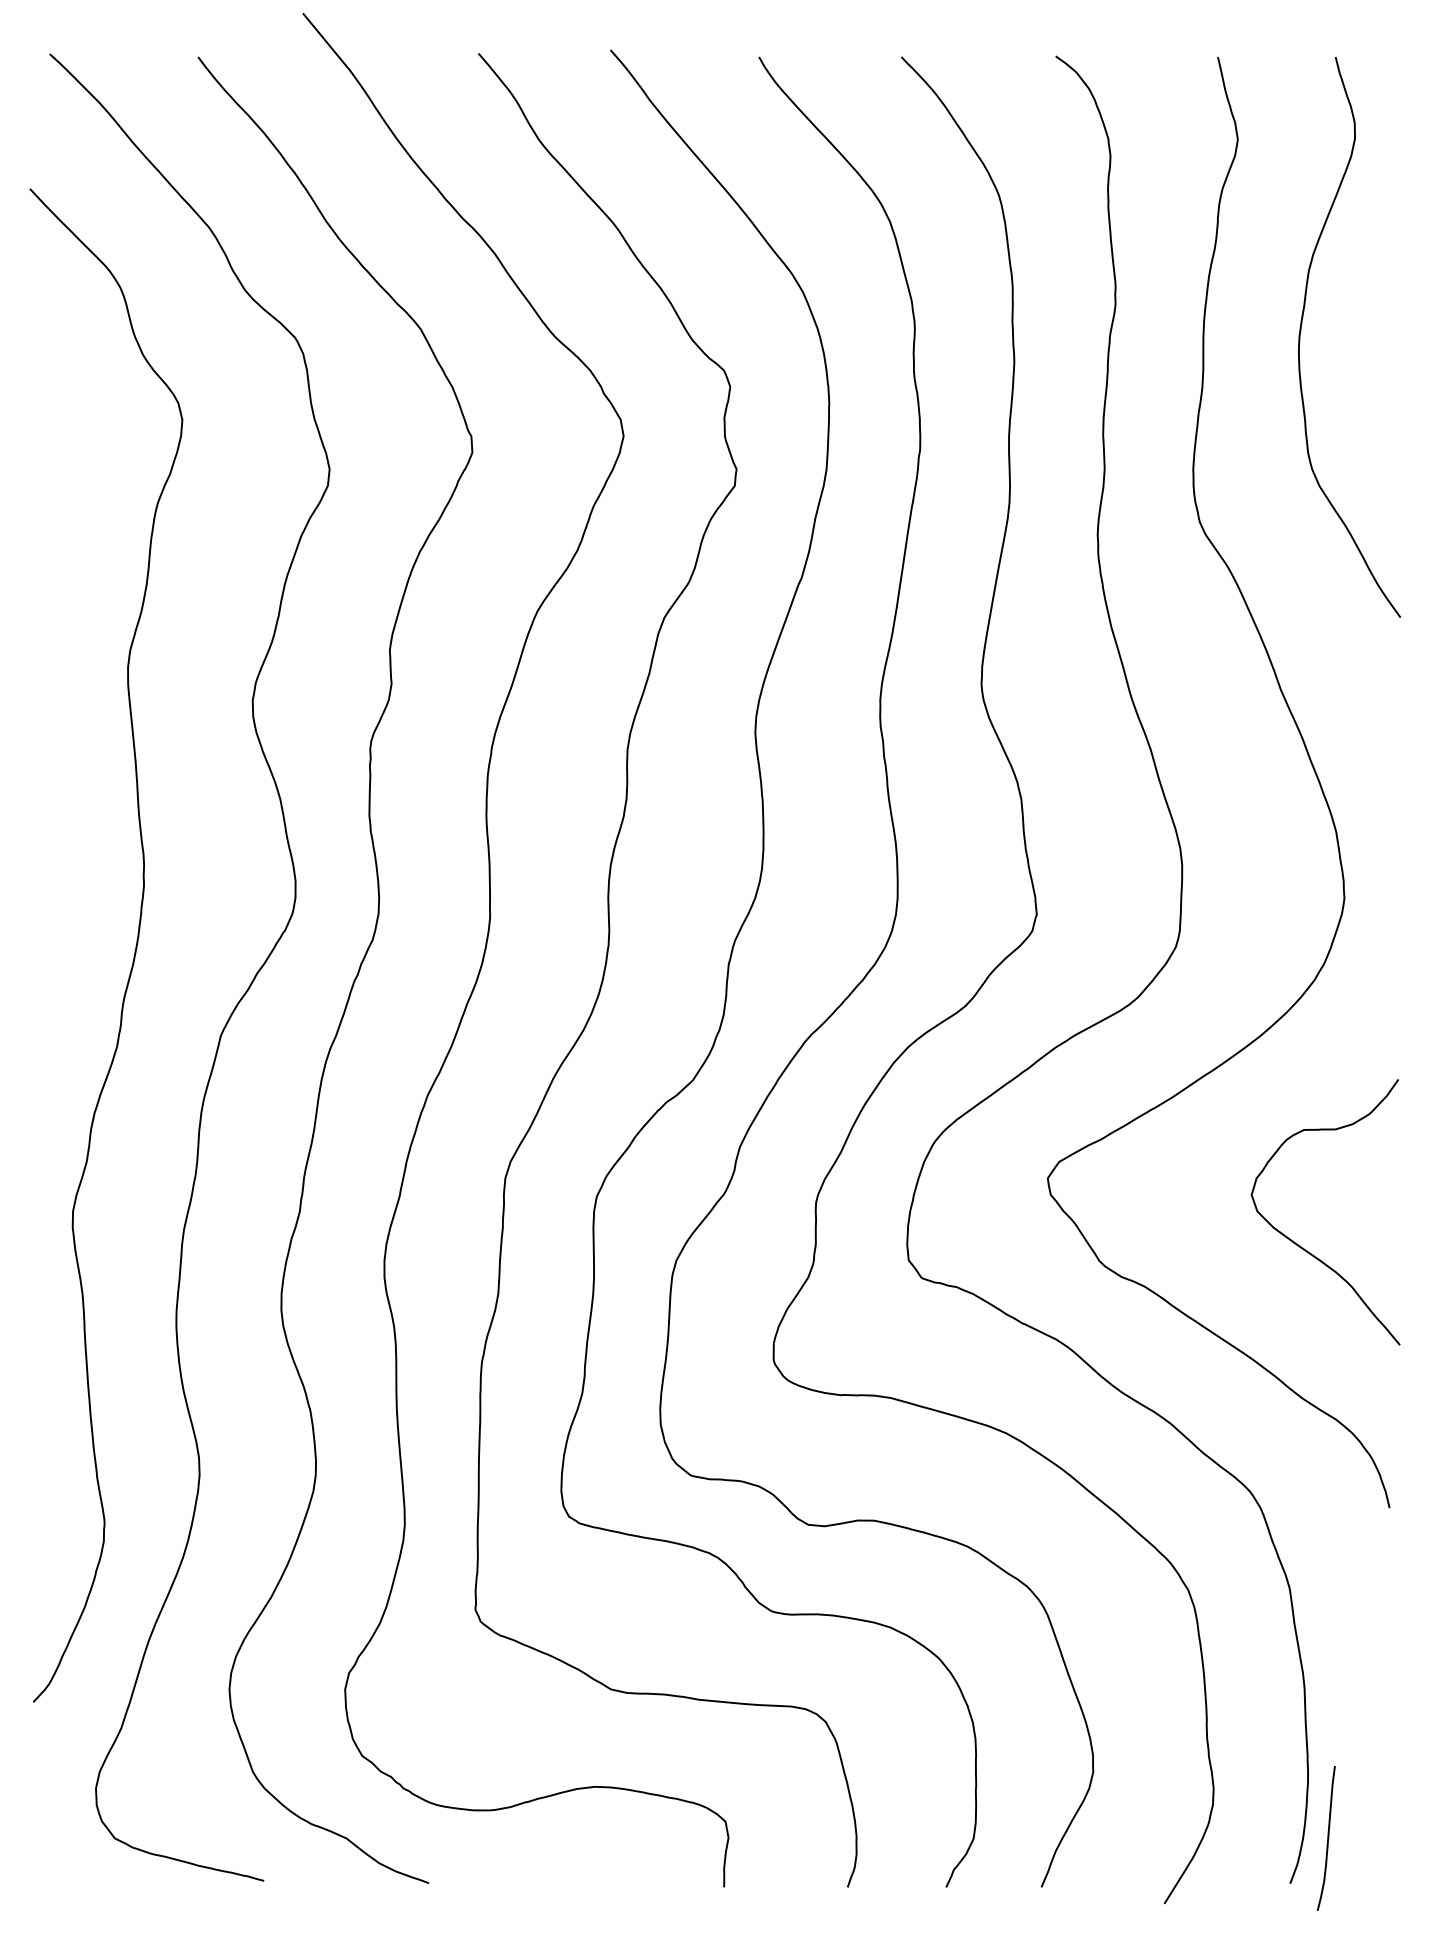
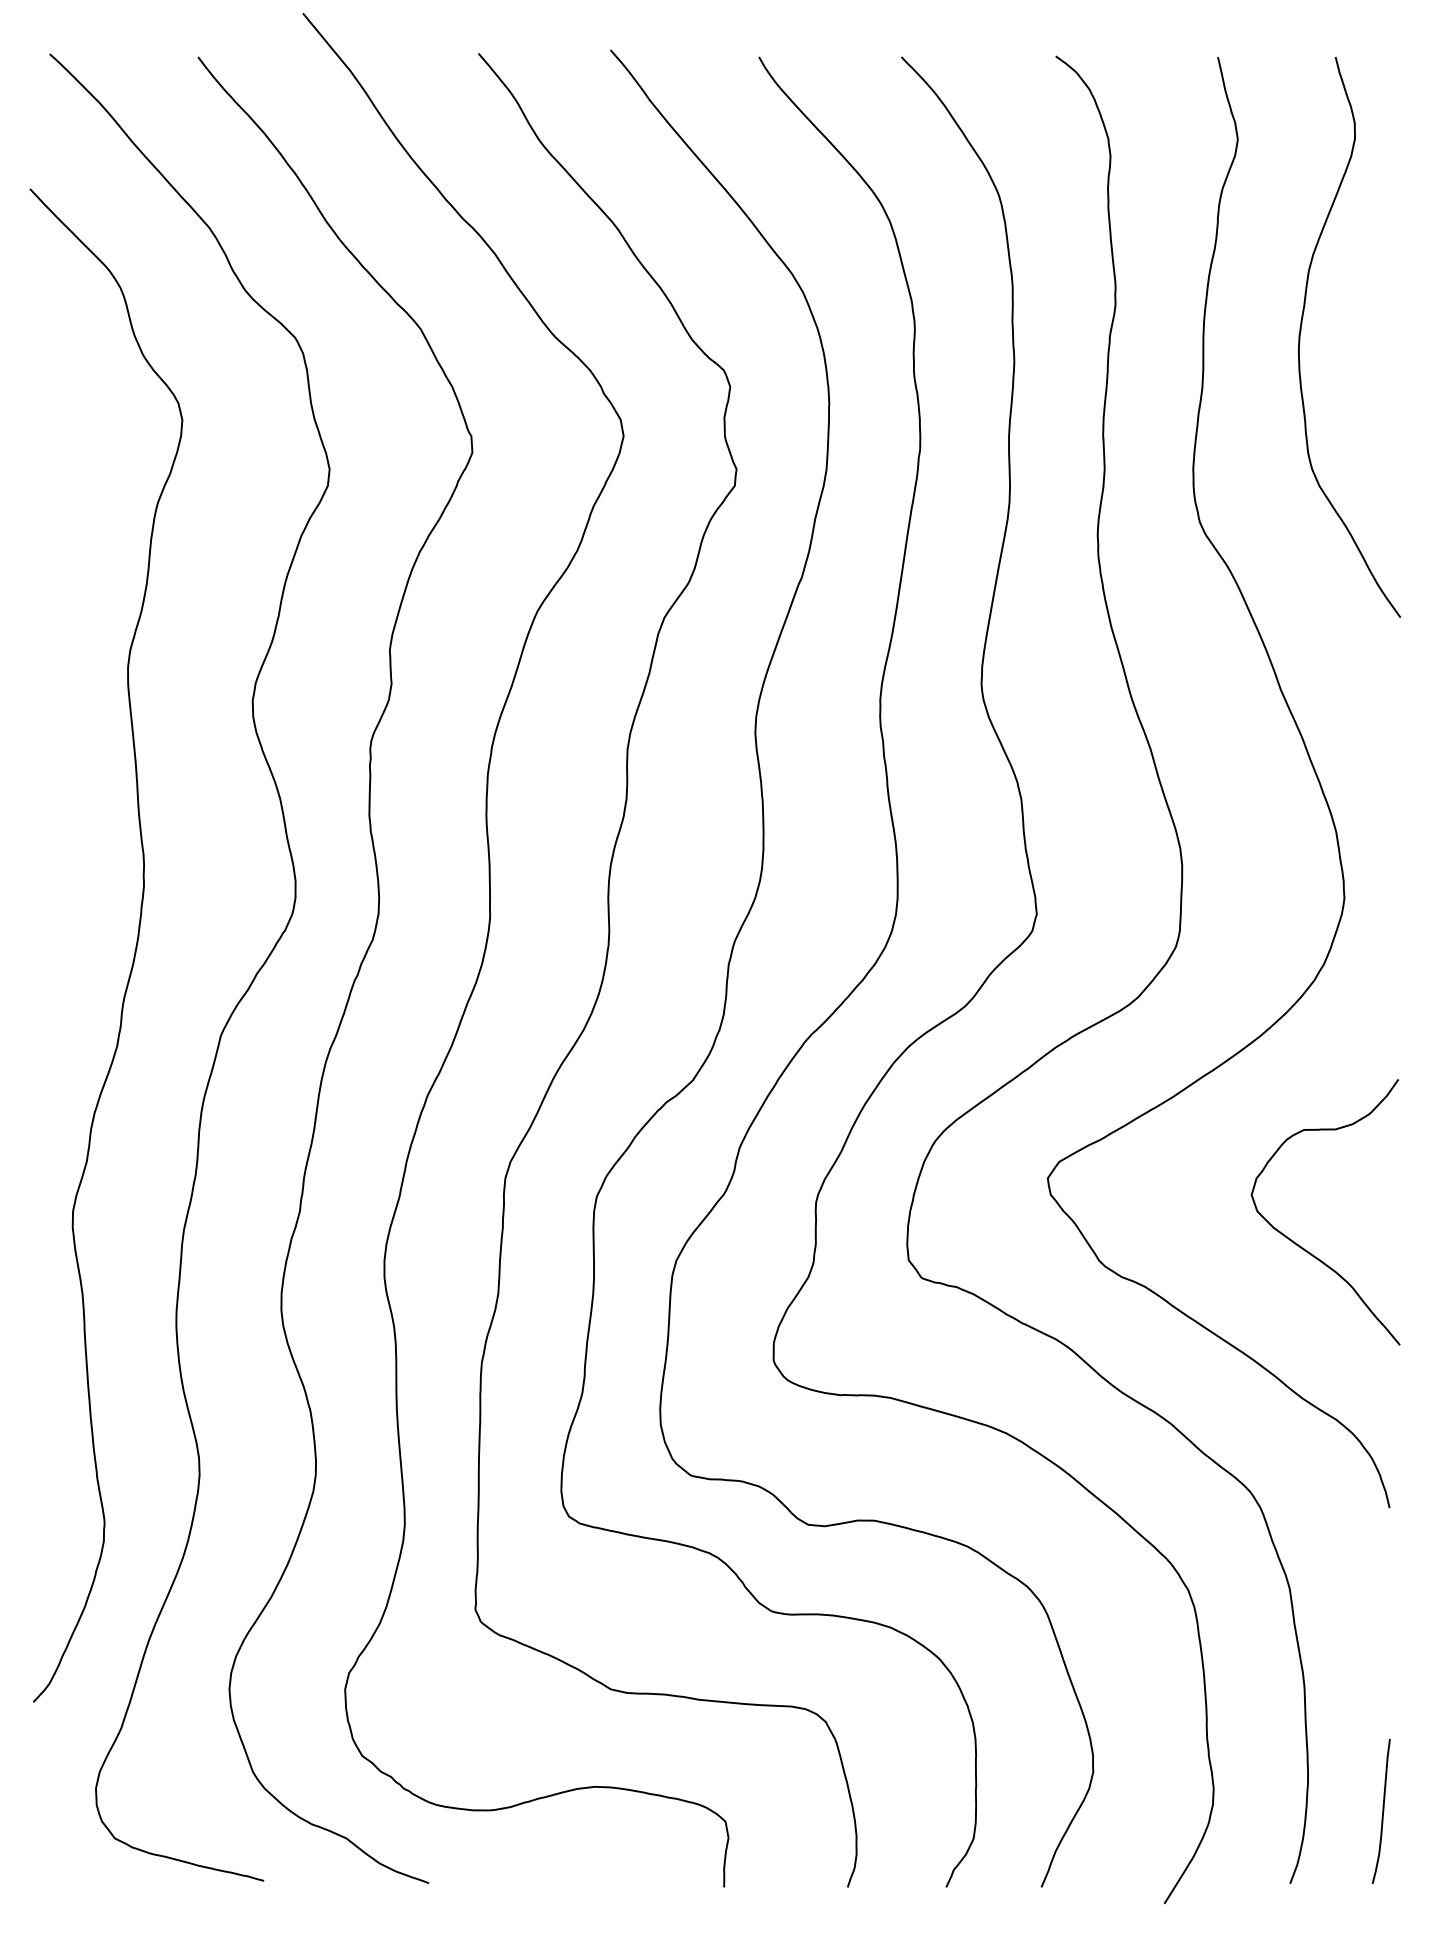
curve at (1327, 1838) position: (1327, 1838) -> (1382, 1811)
